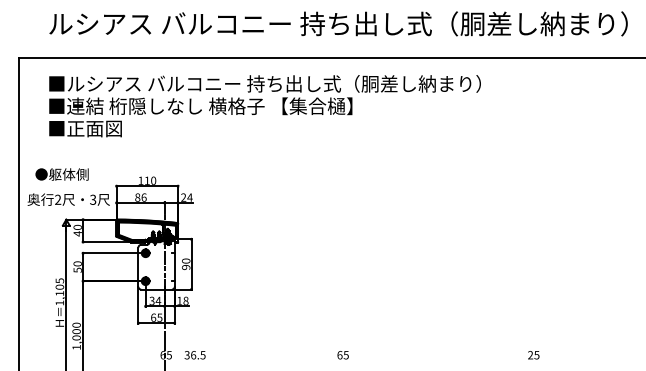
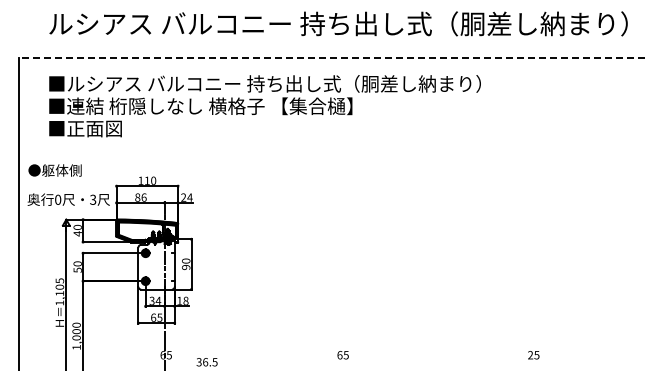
line at (332, 57): solid -> dashed
text at (61, 174) position: (61, 174) -> (54, 170)
text at (58, 199): 2 -> 0
text at (194, 355) position: (194, 355) -> (206, 362)
